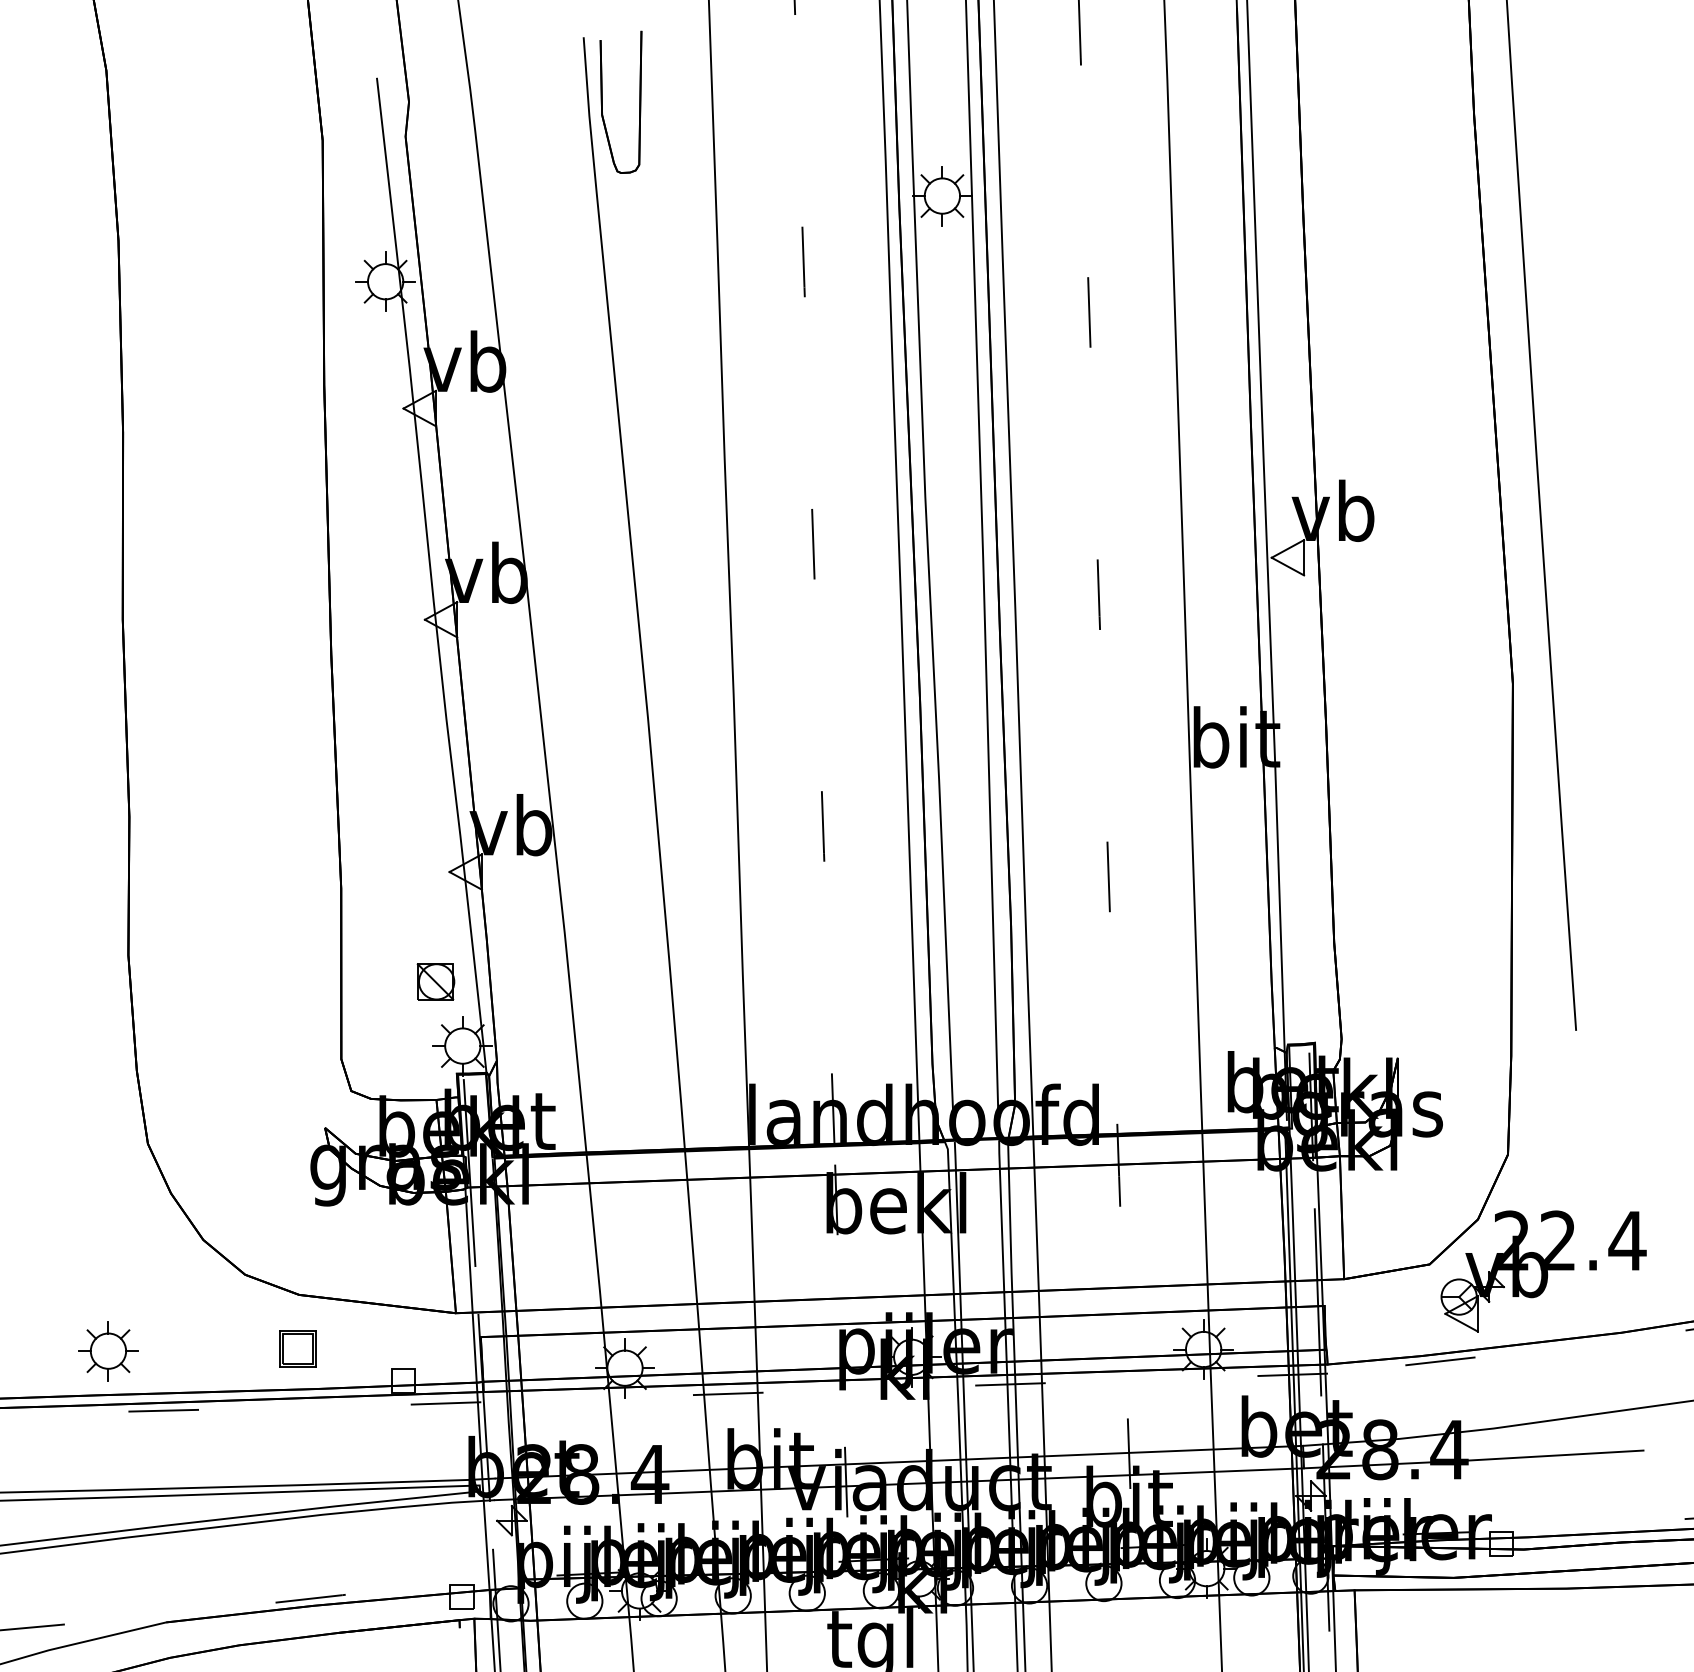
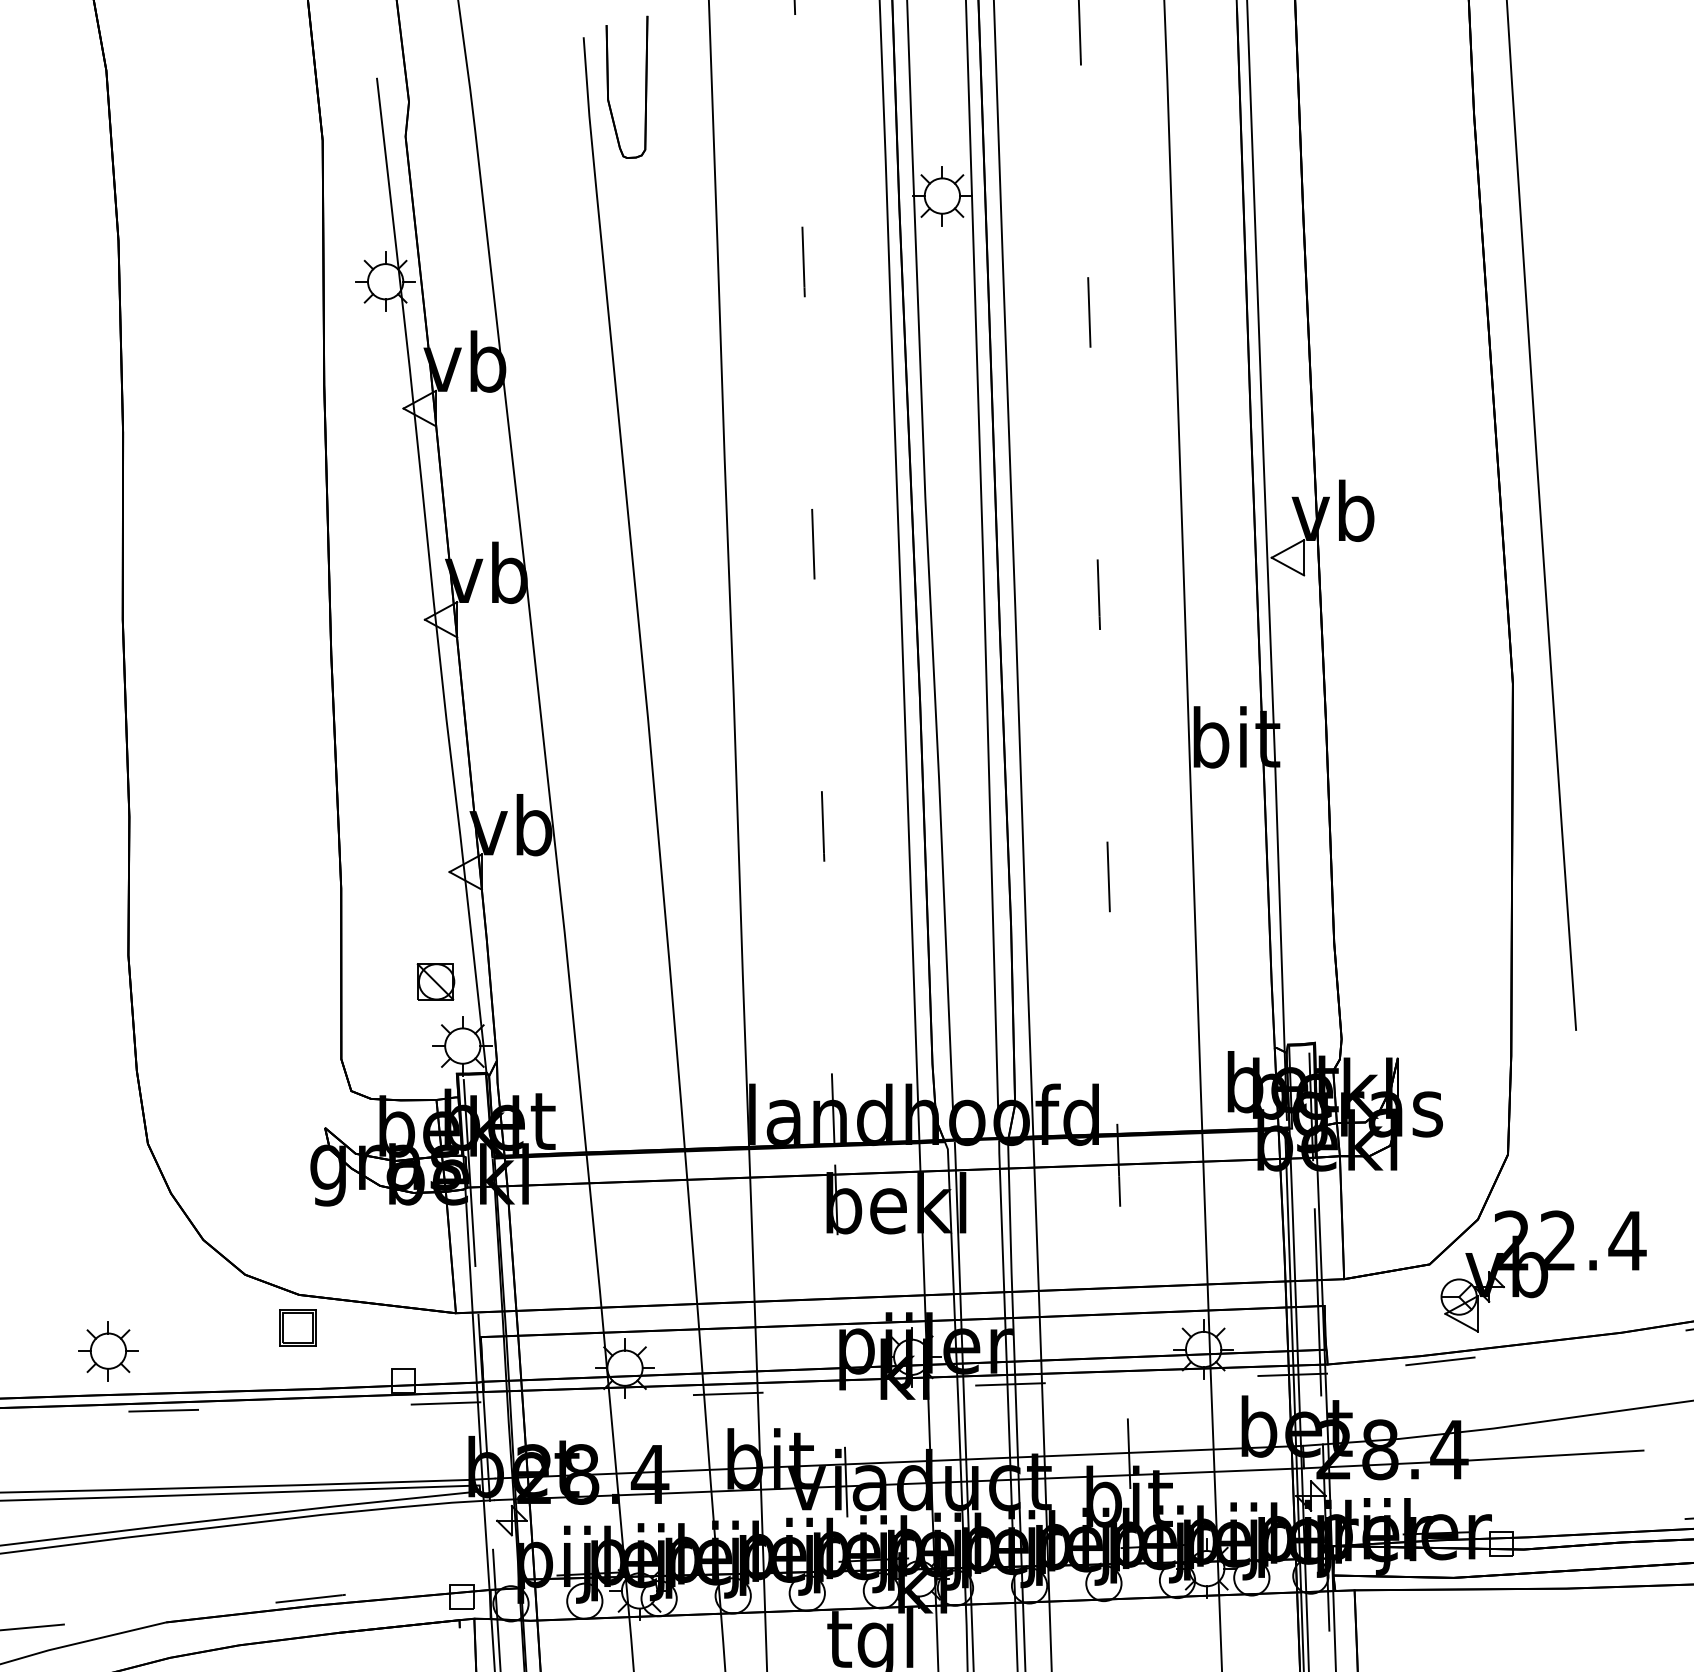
part at (602, 101) position: (602, 101) -> (608, 86)
part at (297, 1348) position: (297, 1348) -> (297, 1327)
